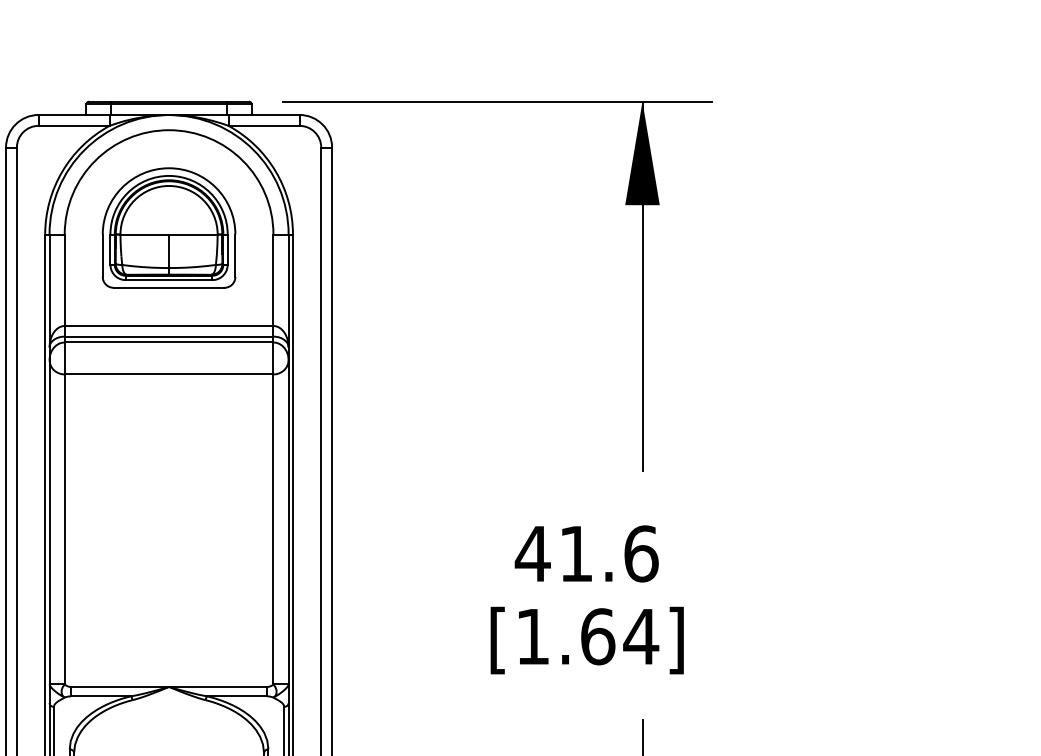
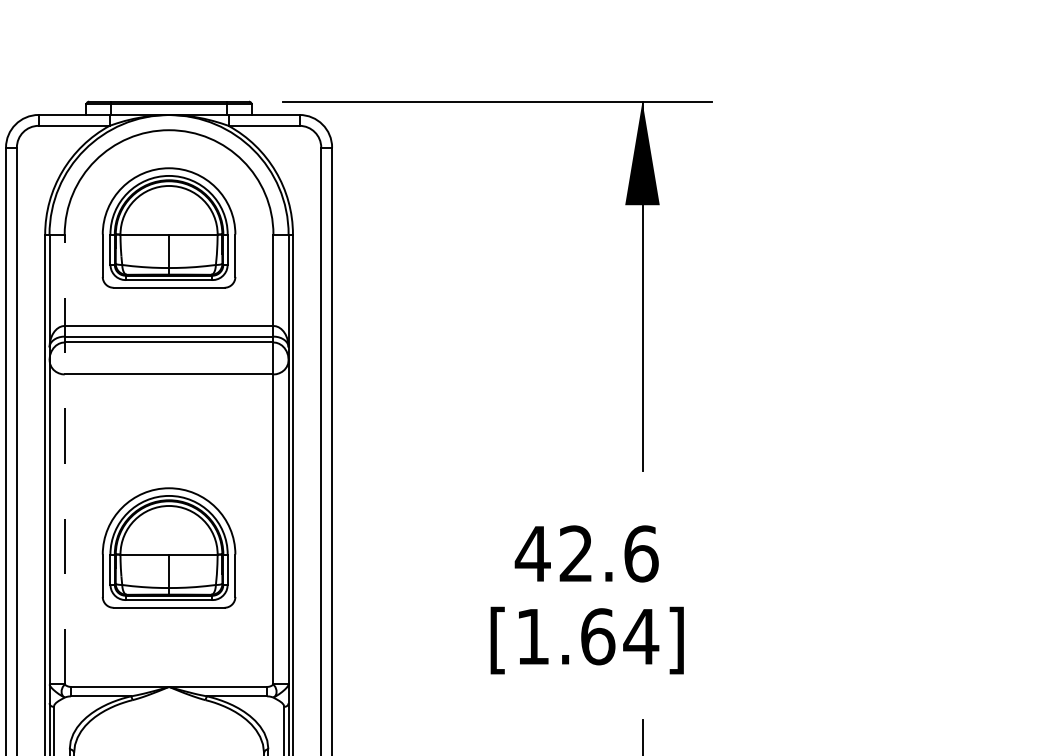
line at (64, 459): solid -> dashed
part at (168, 547): none -> present
text at (575, 553): 41.6 -> 42.6
